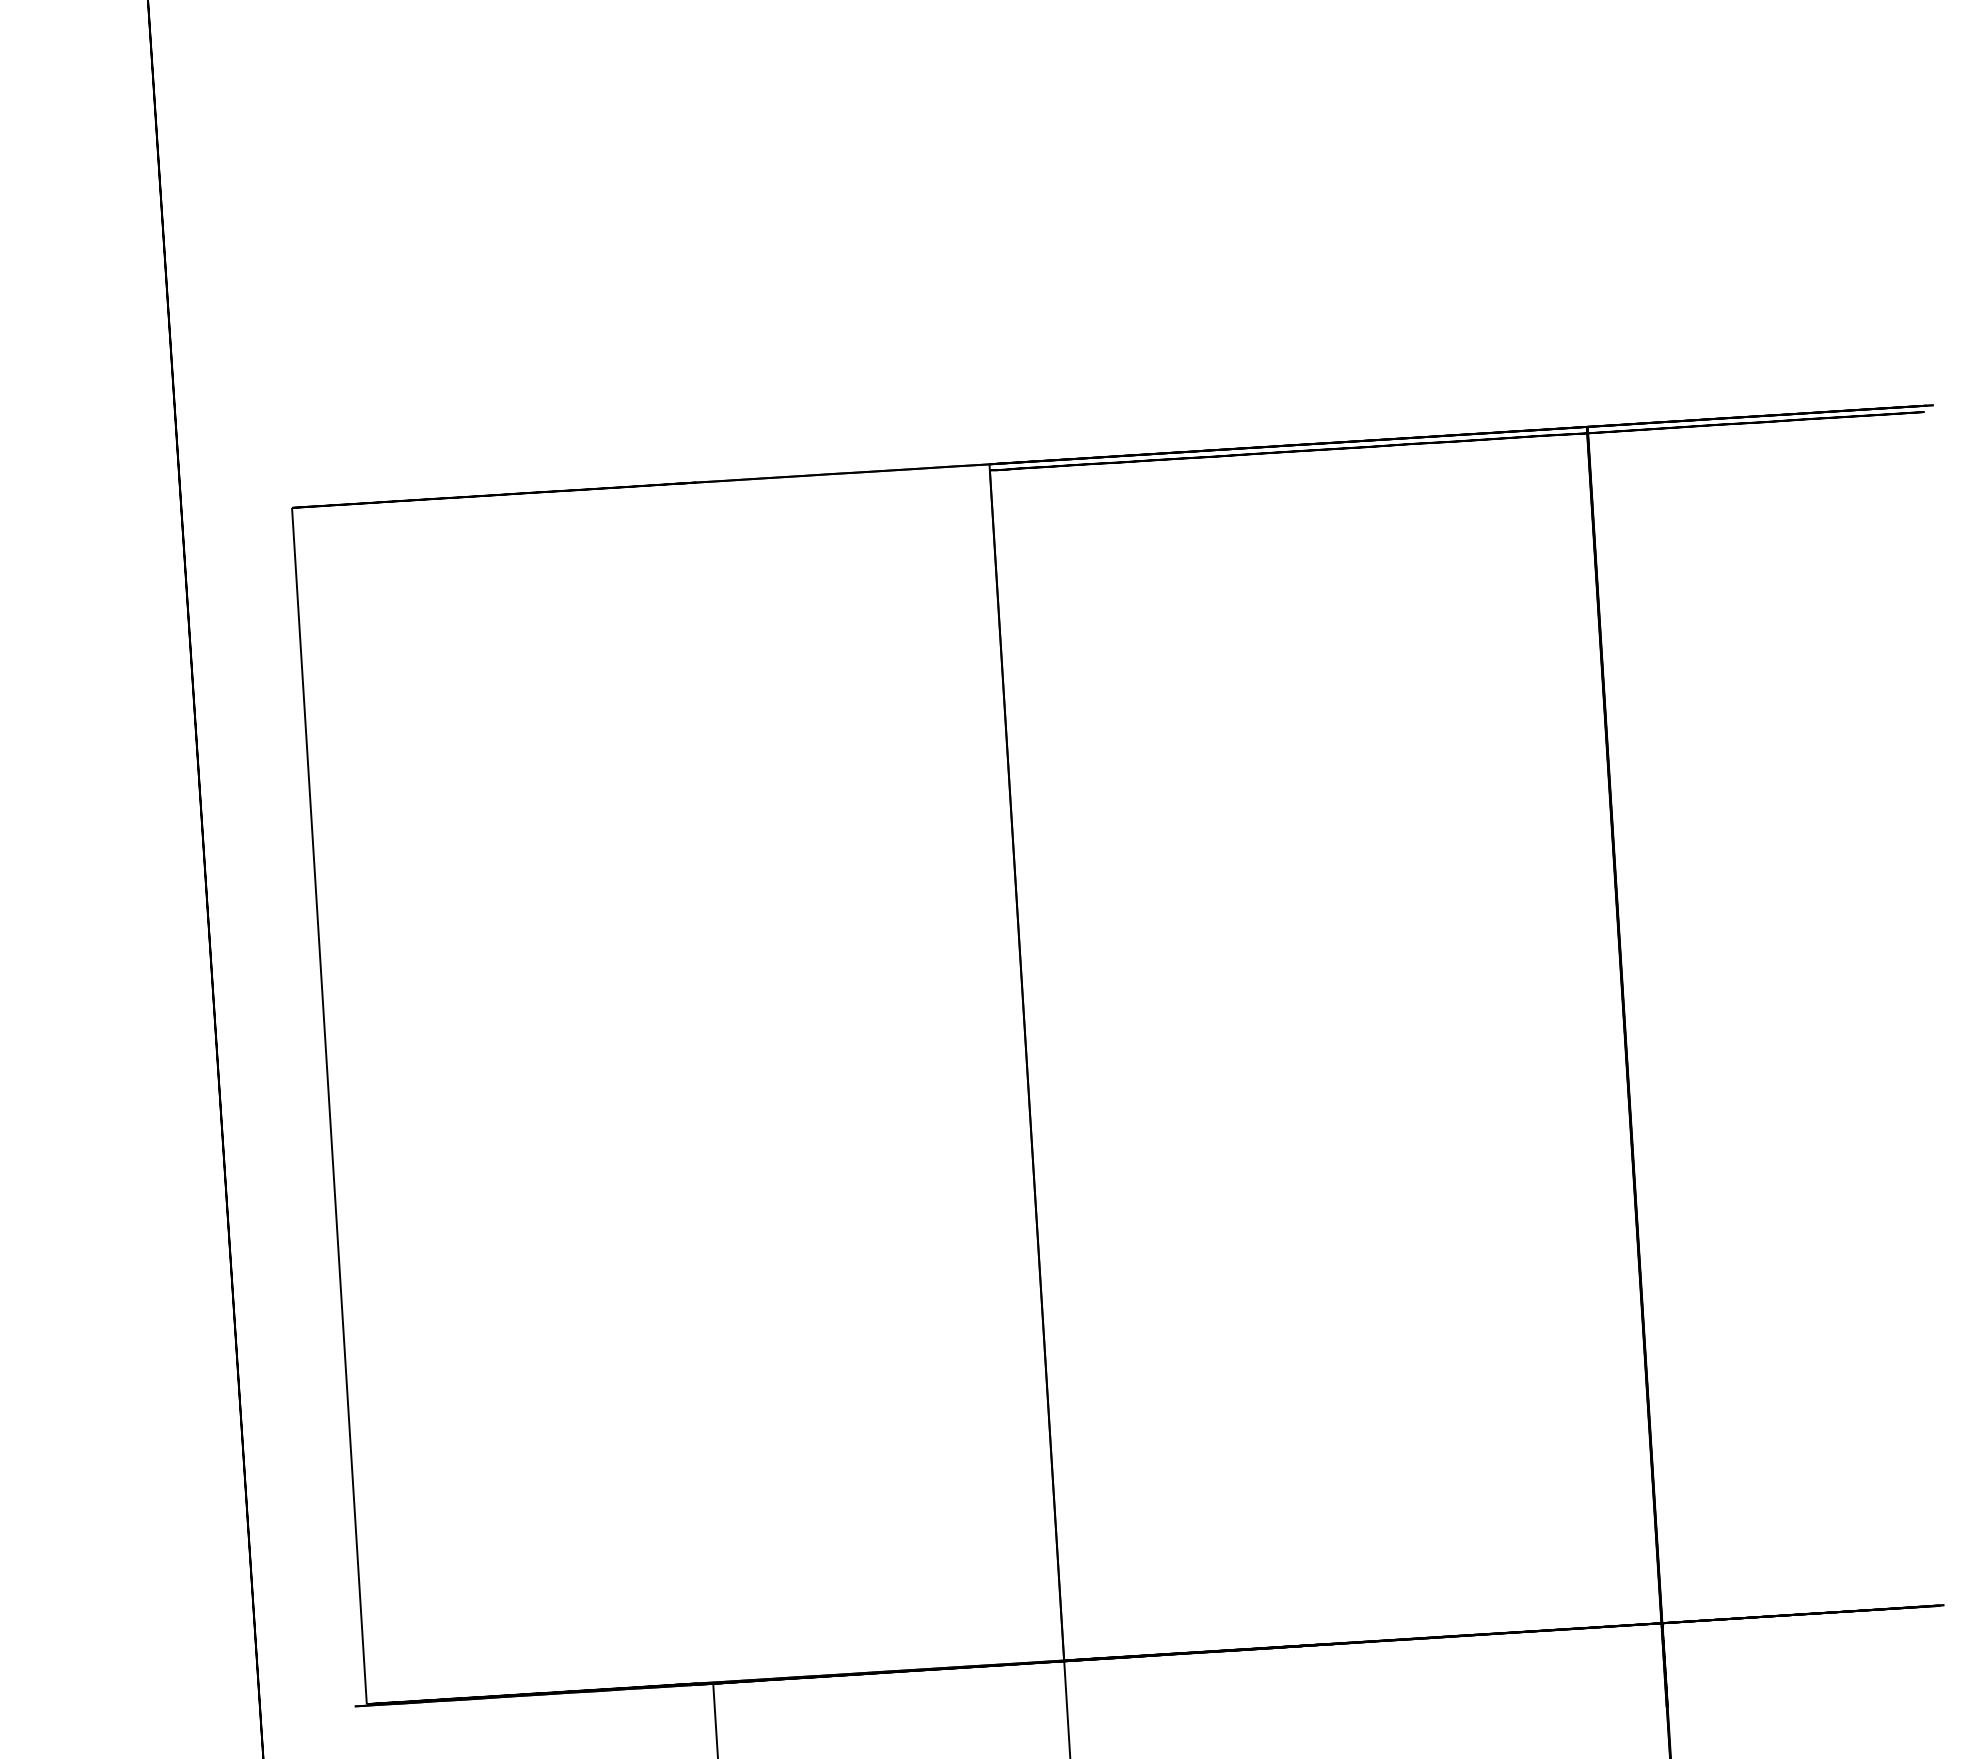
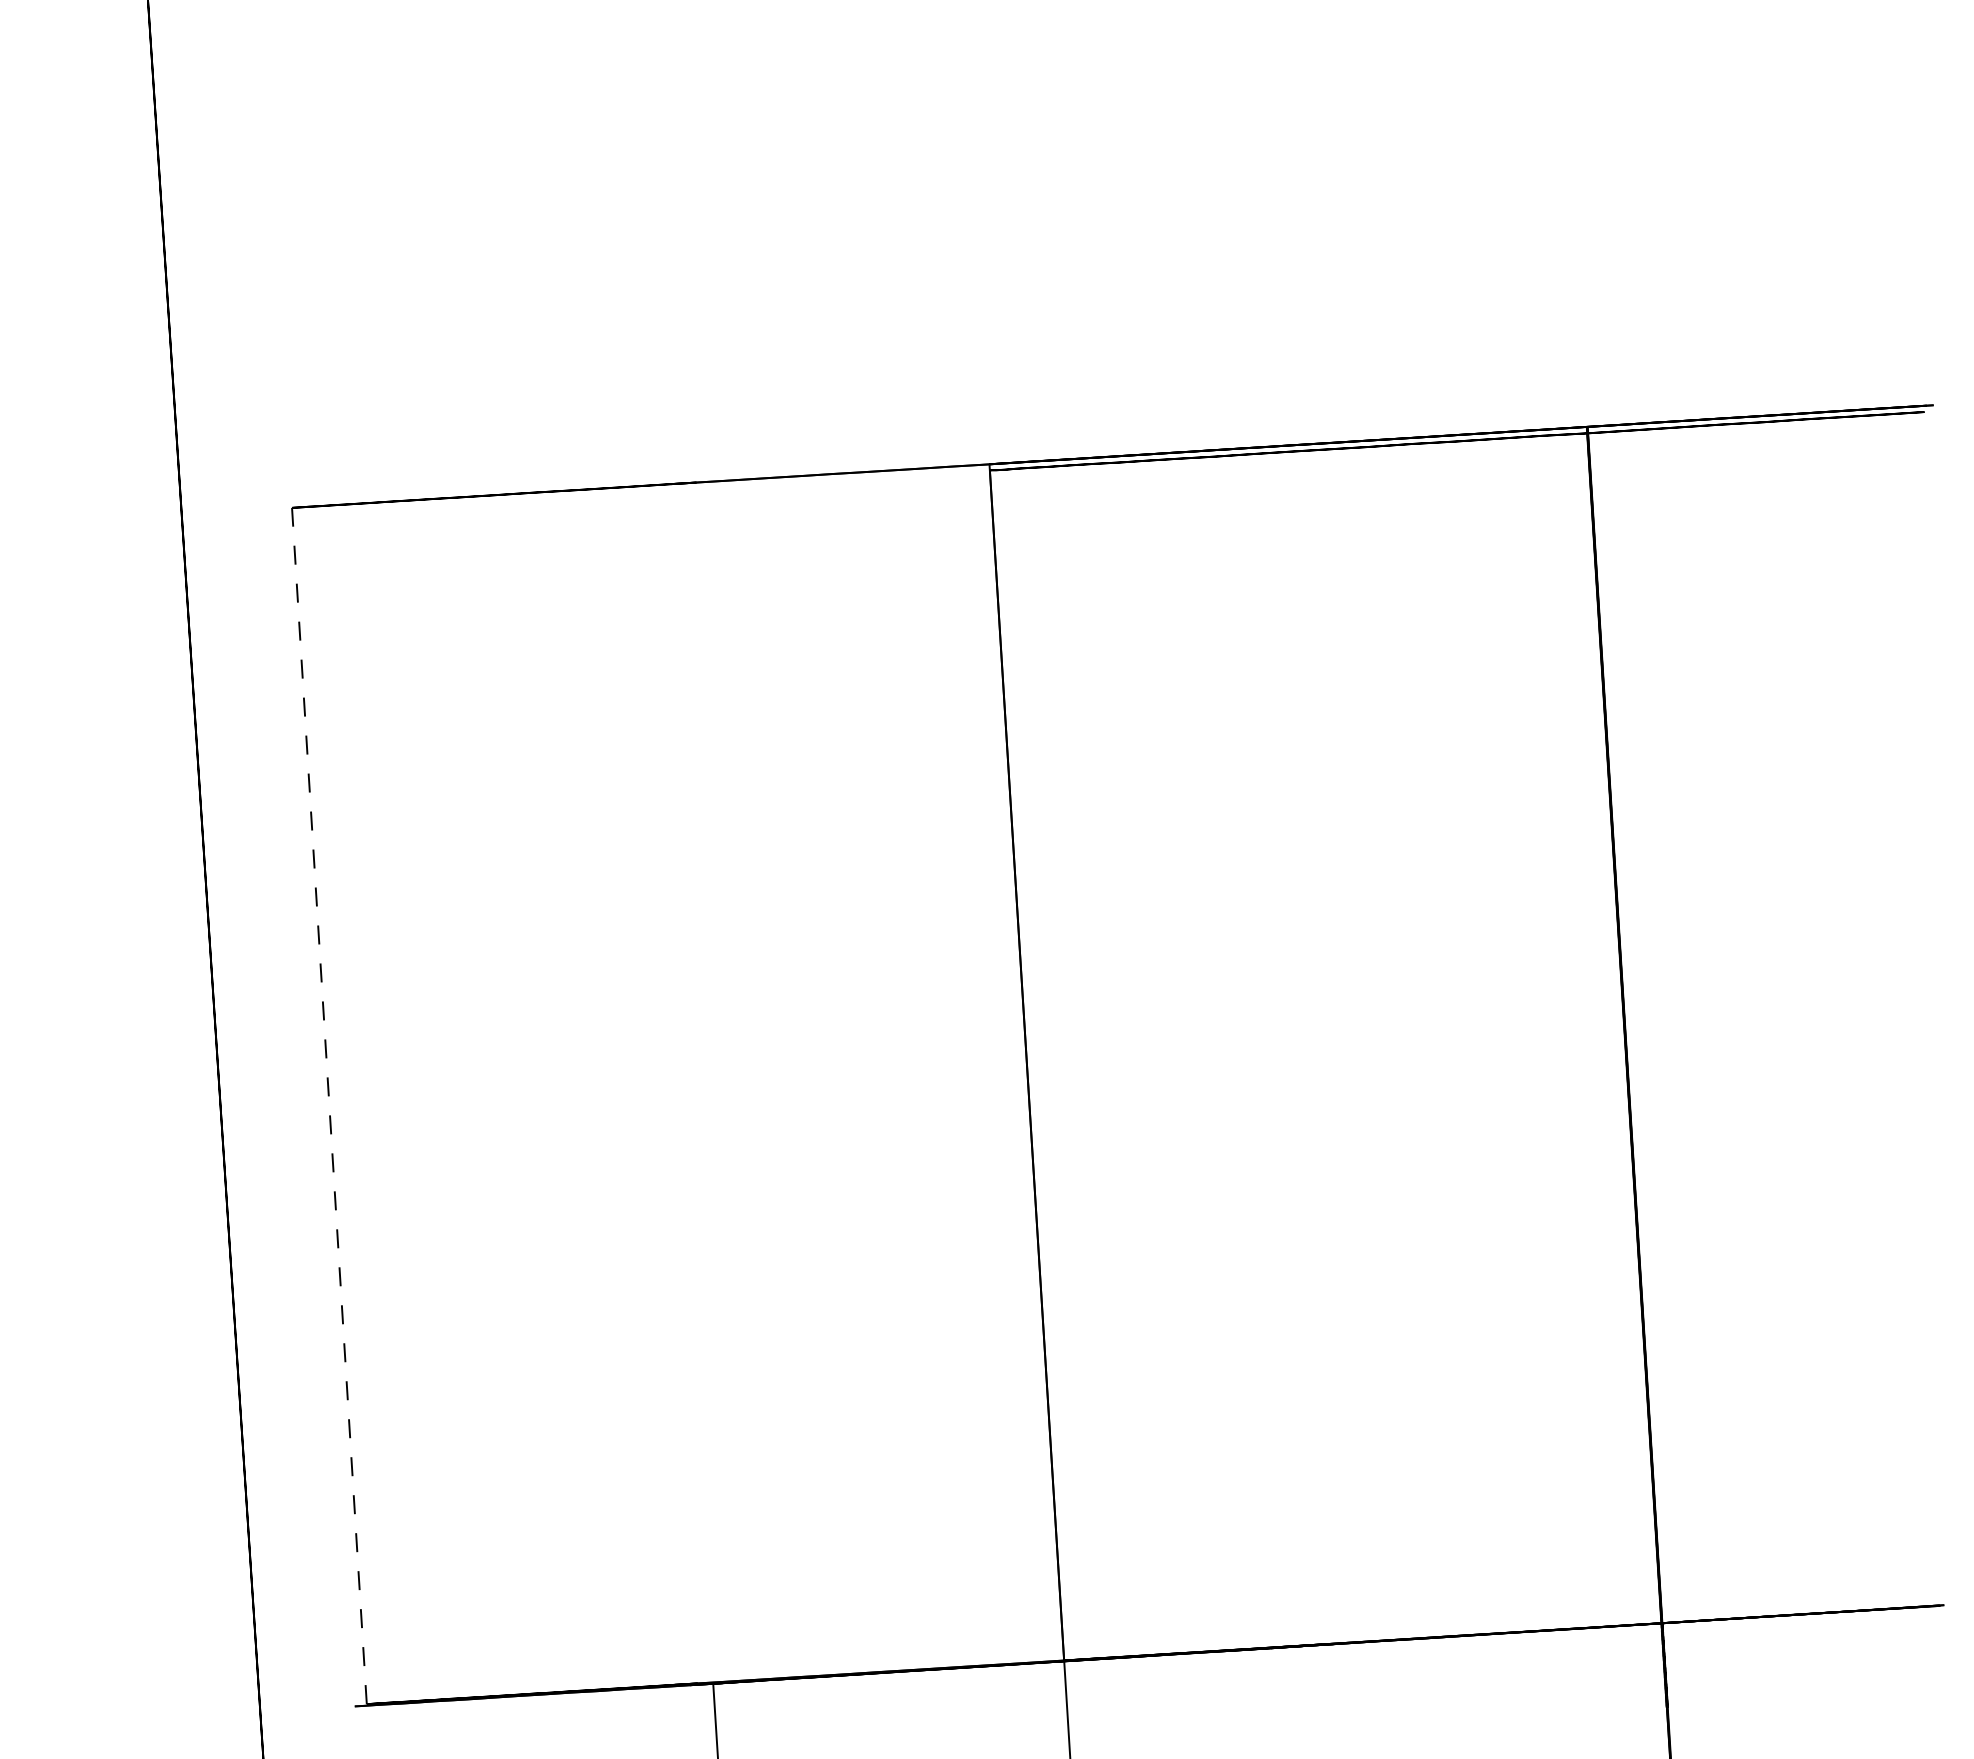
line at (329, 1105): solid -> dashed
